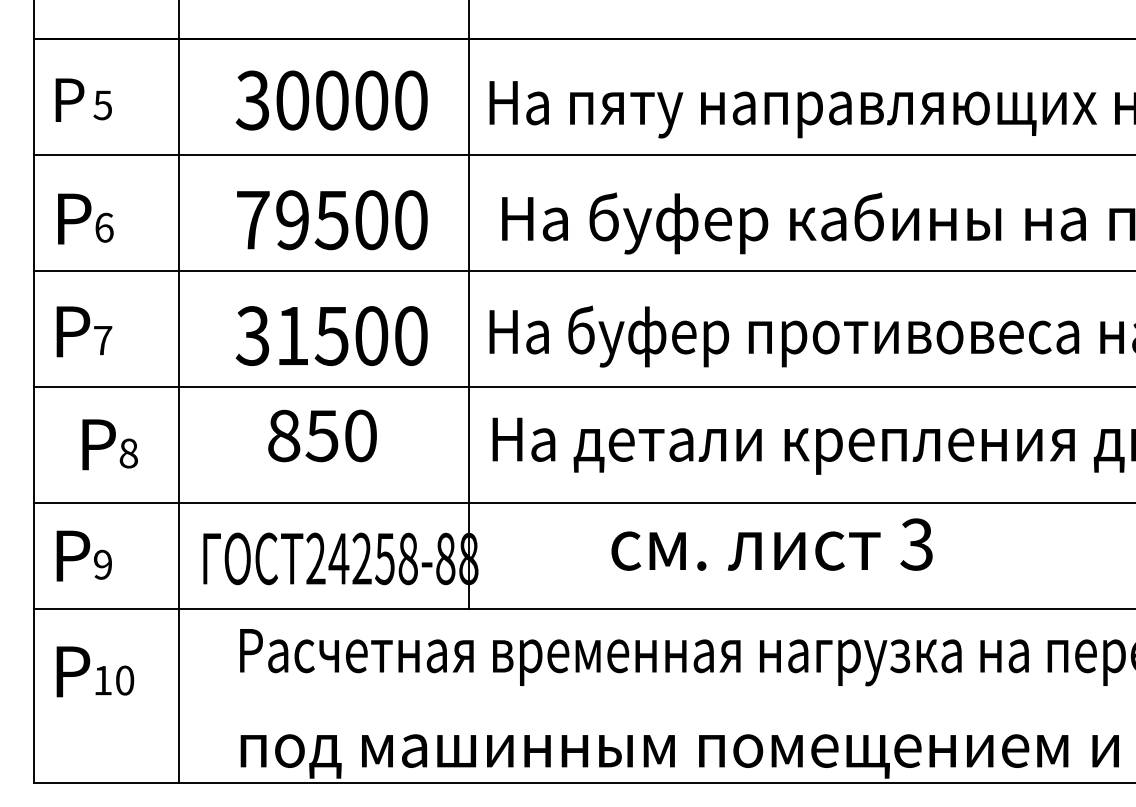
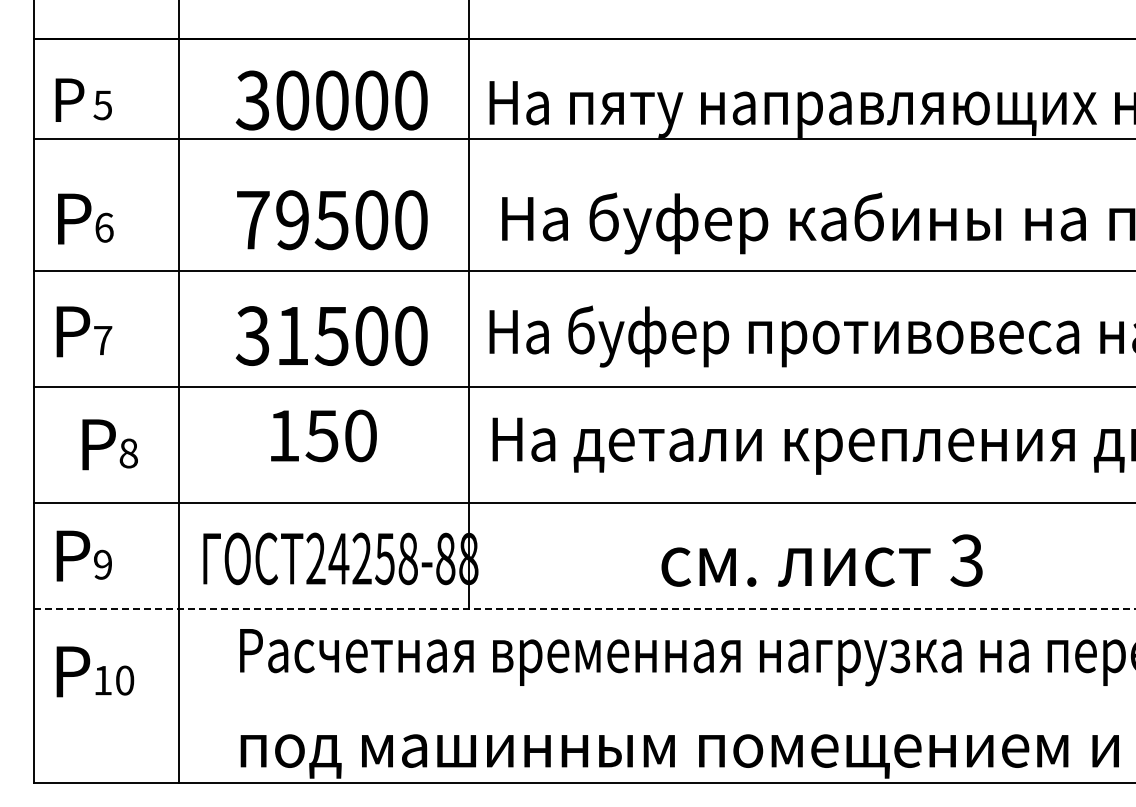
line at (583, 154) position: (583, 154) -> (583, 138)
text at (284, 435): 850 -> 150
text at (771, 544) position: (771, 544) -> (821, 560)
line at (584, 608): solid -> dashed
